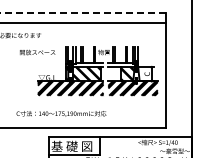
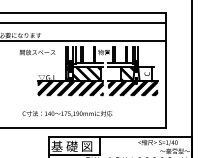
line at (83, 12): dashed -> solid
line at (83, 40): none -> present
text at (61, 113) position: (61, 113) -> (67, 113)
